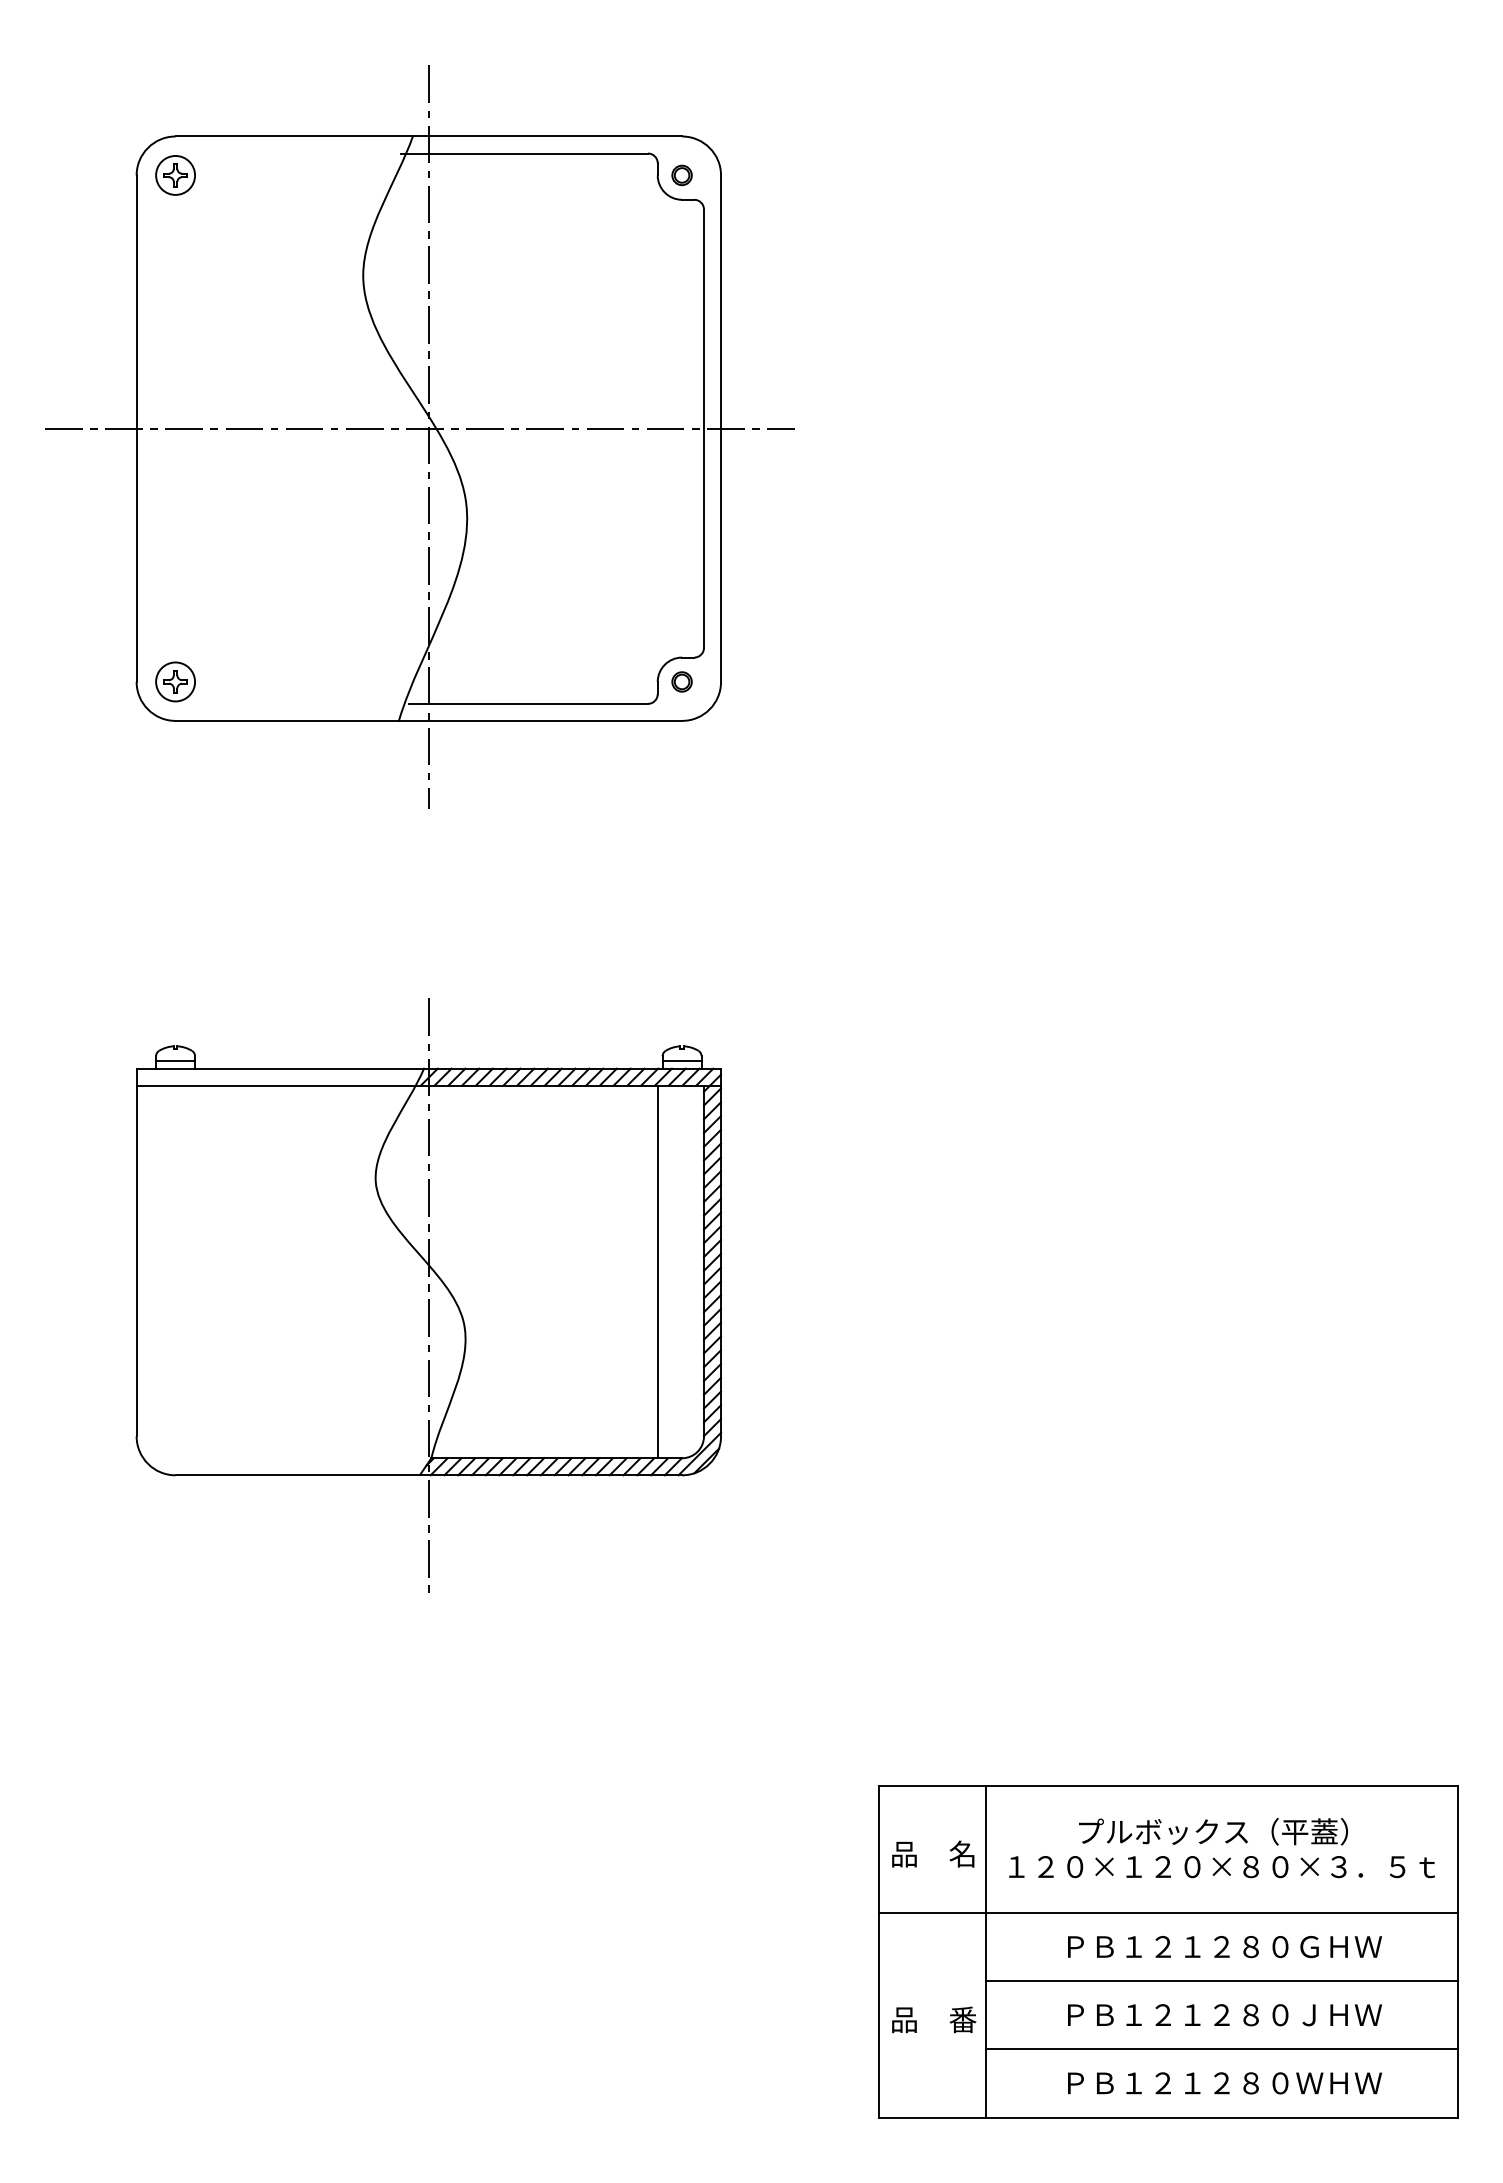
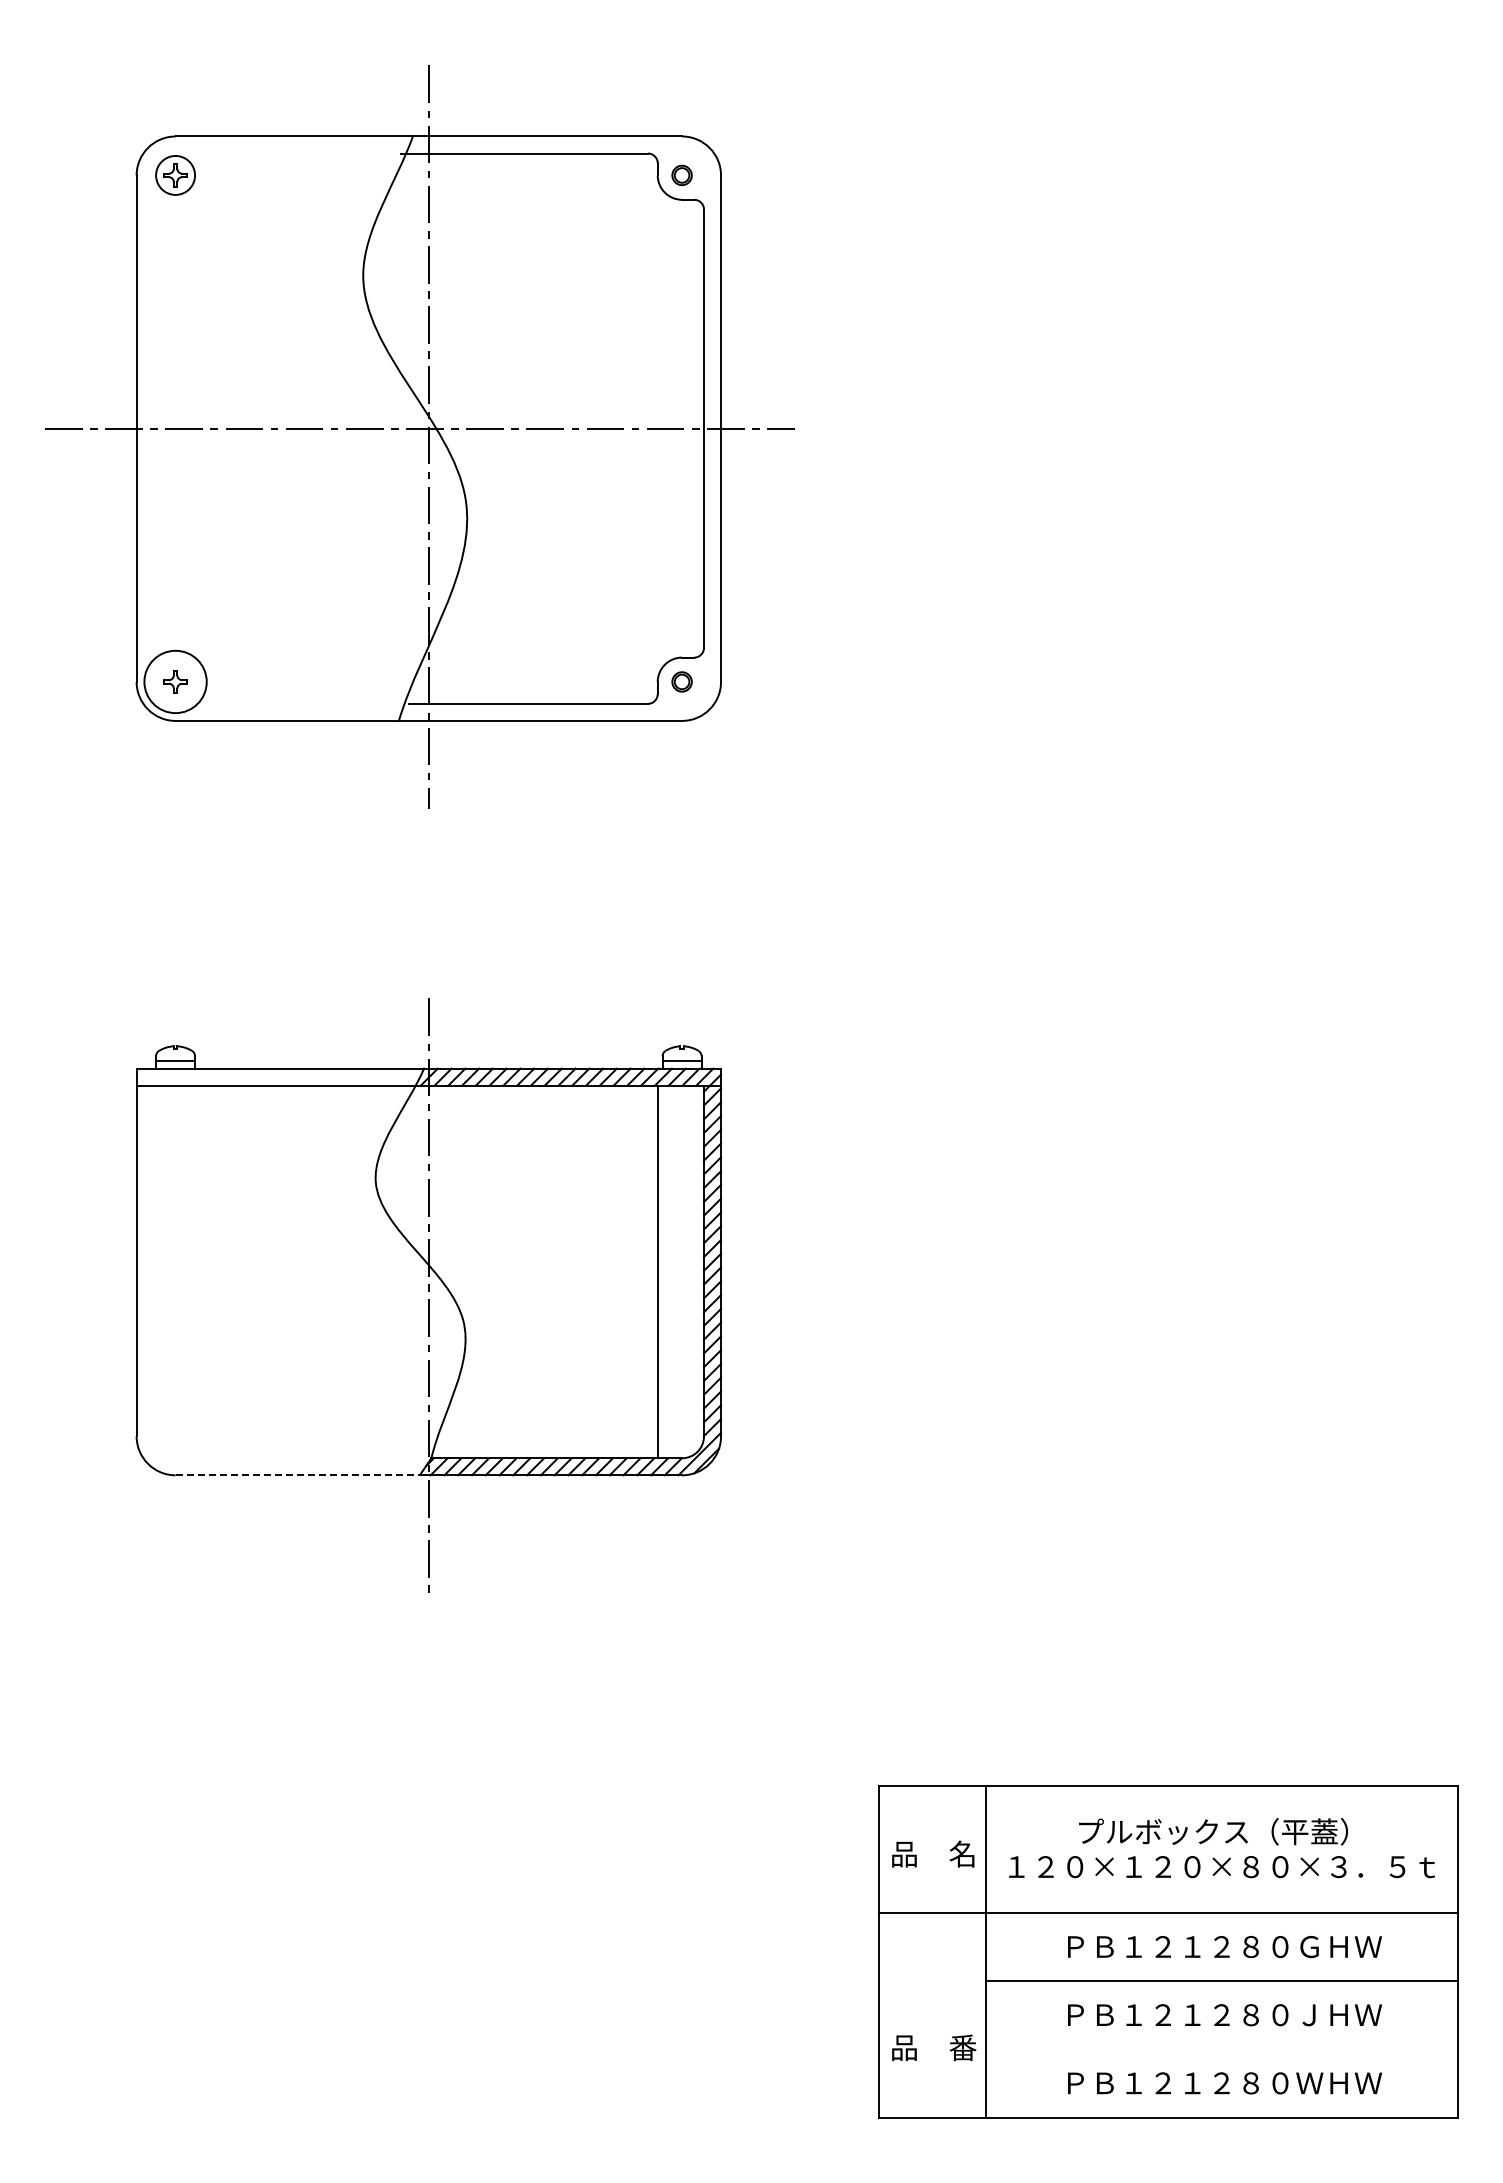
circle at (175, 681) diameter: 39 px -> 62 px
line at (298, 1475): solid -> dashed
text at (934, 2019) position: (934, 2019) -> (934, 2047)
line at (1221, 2049): present -> none
